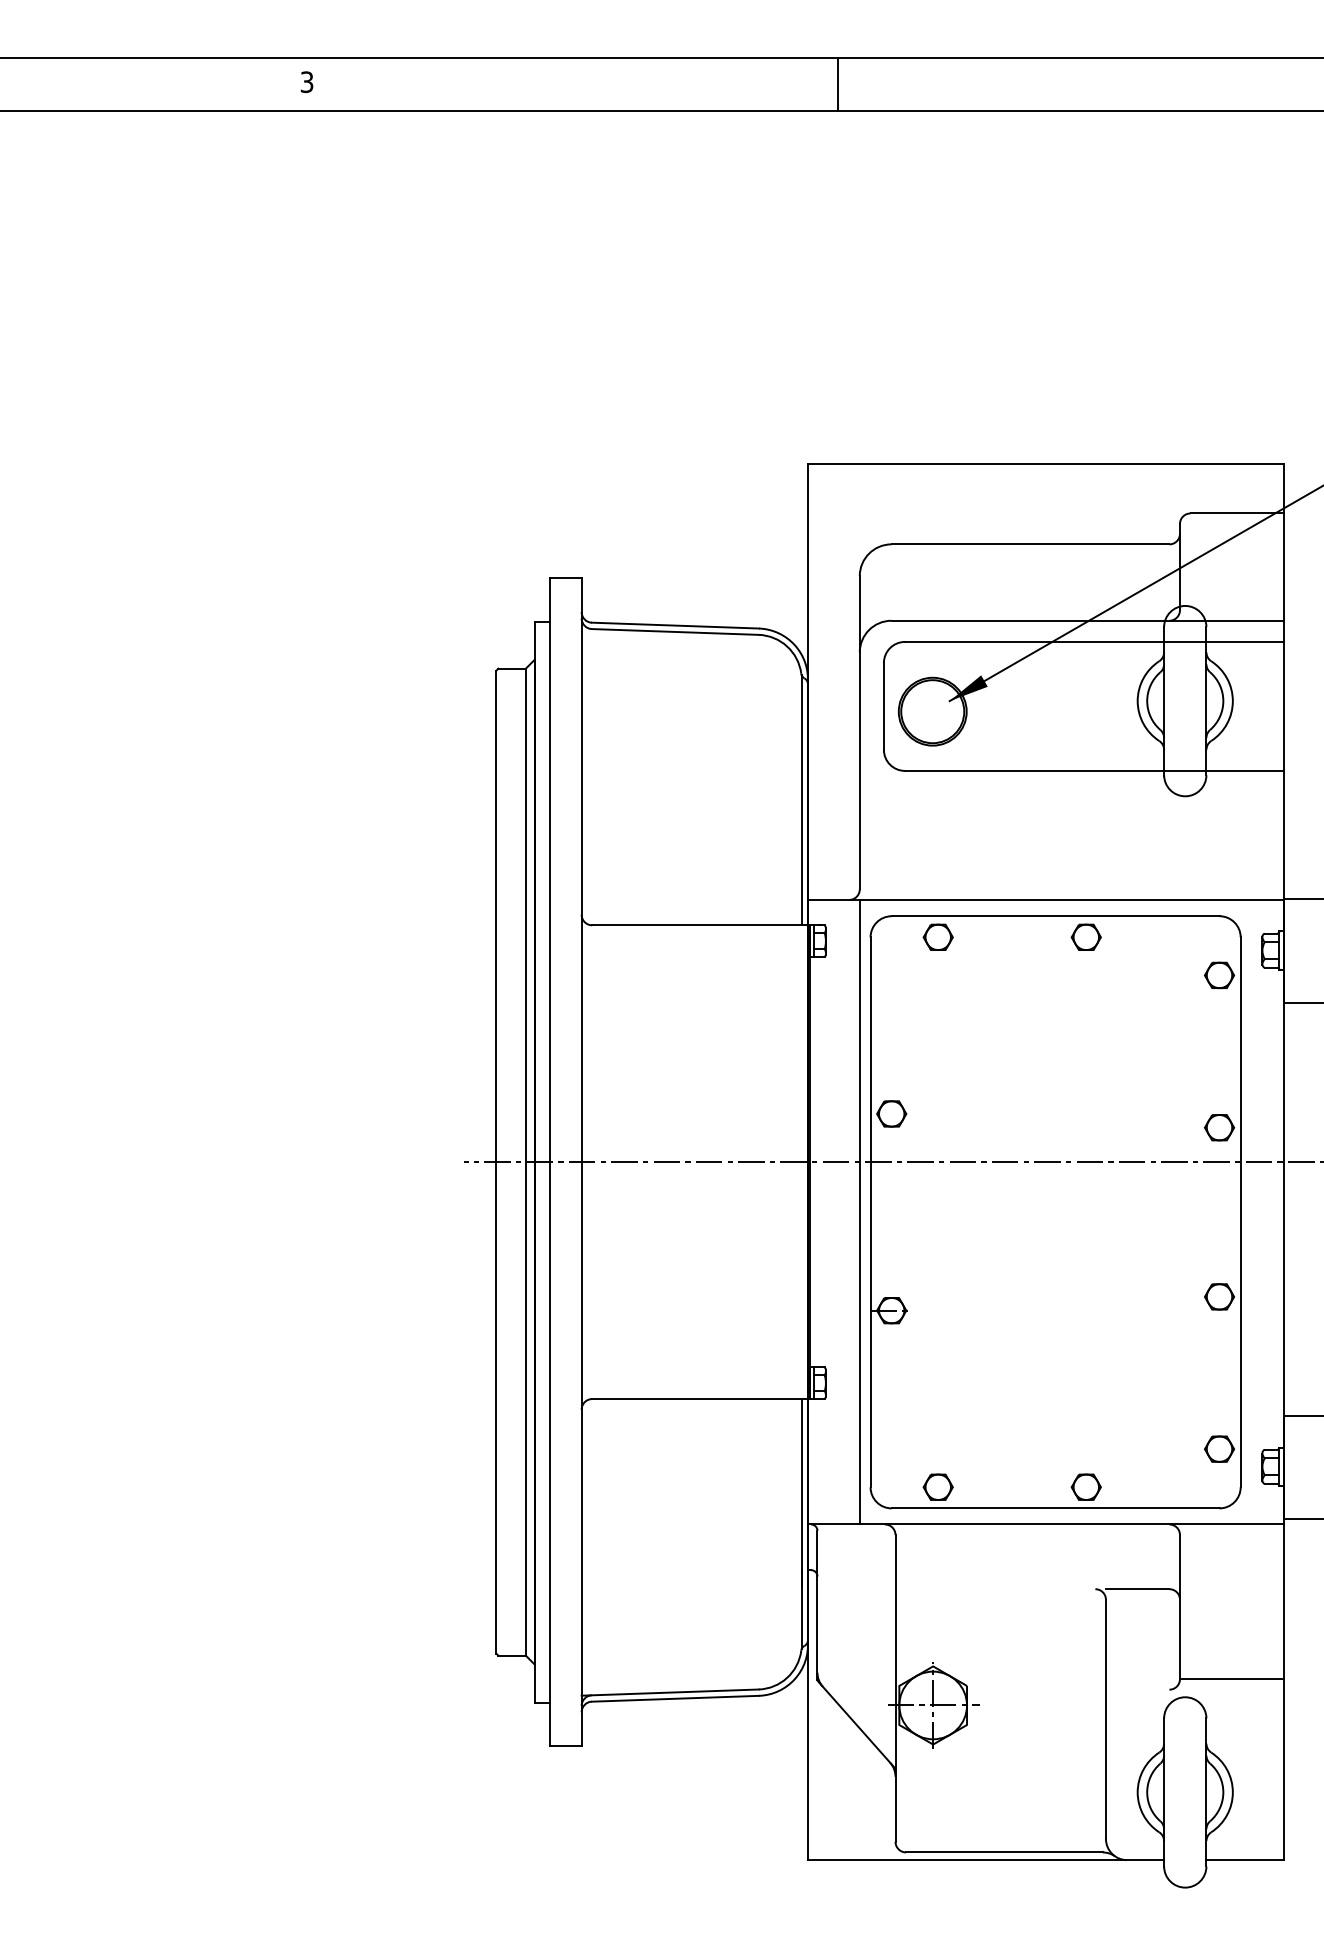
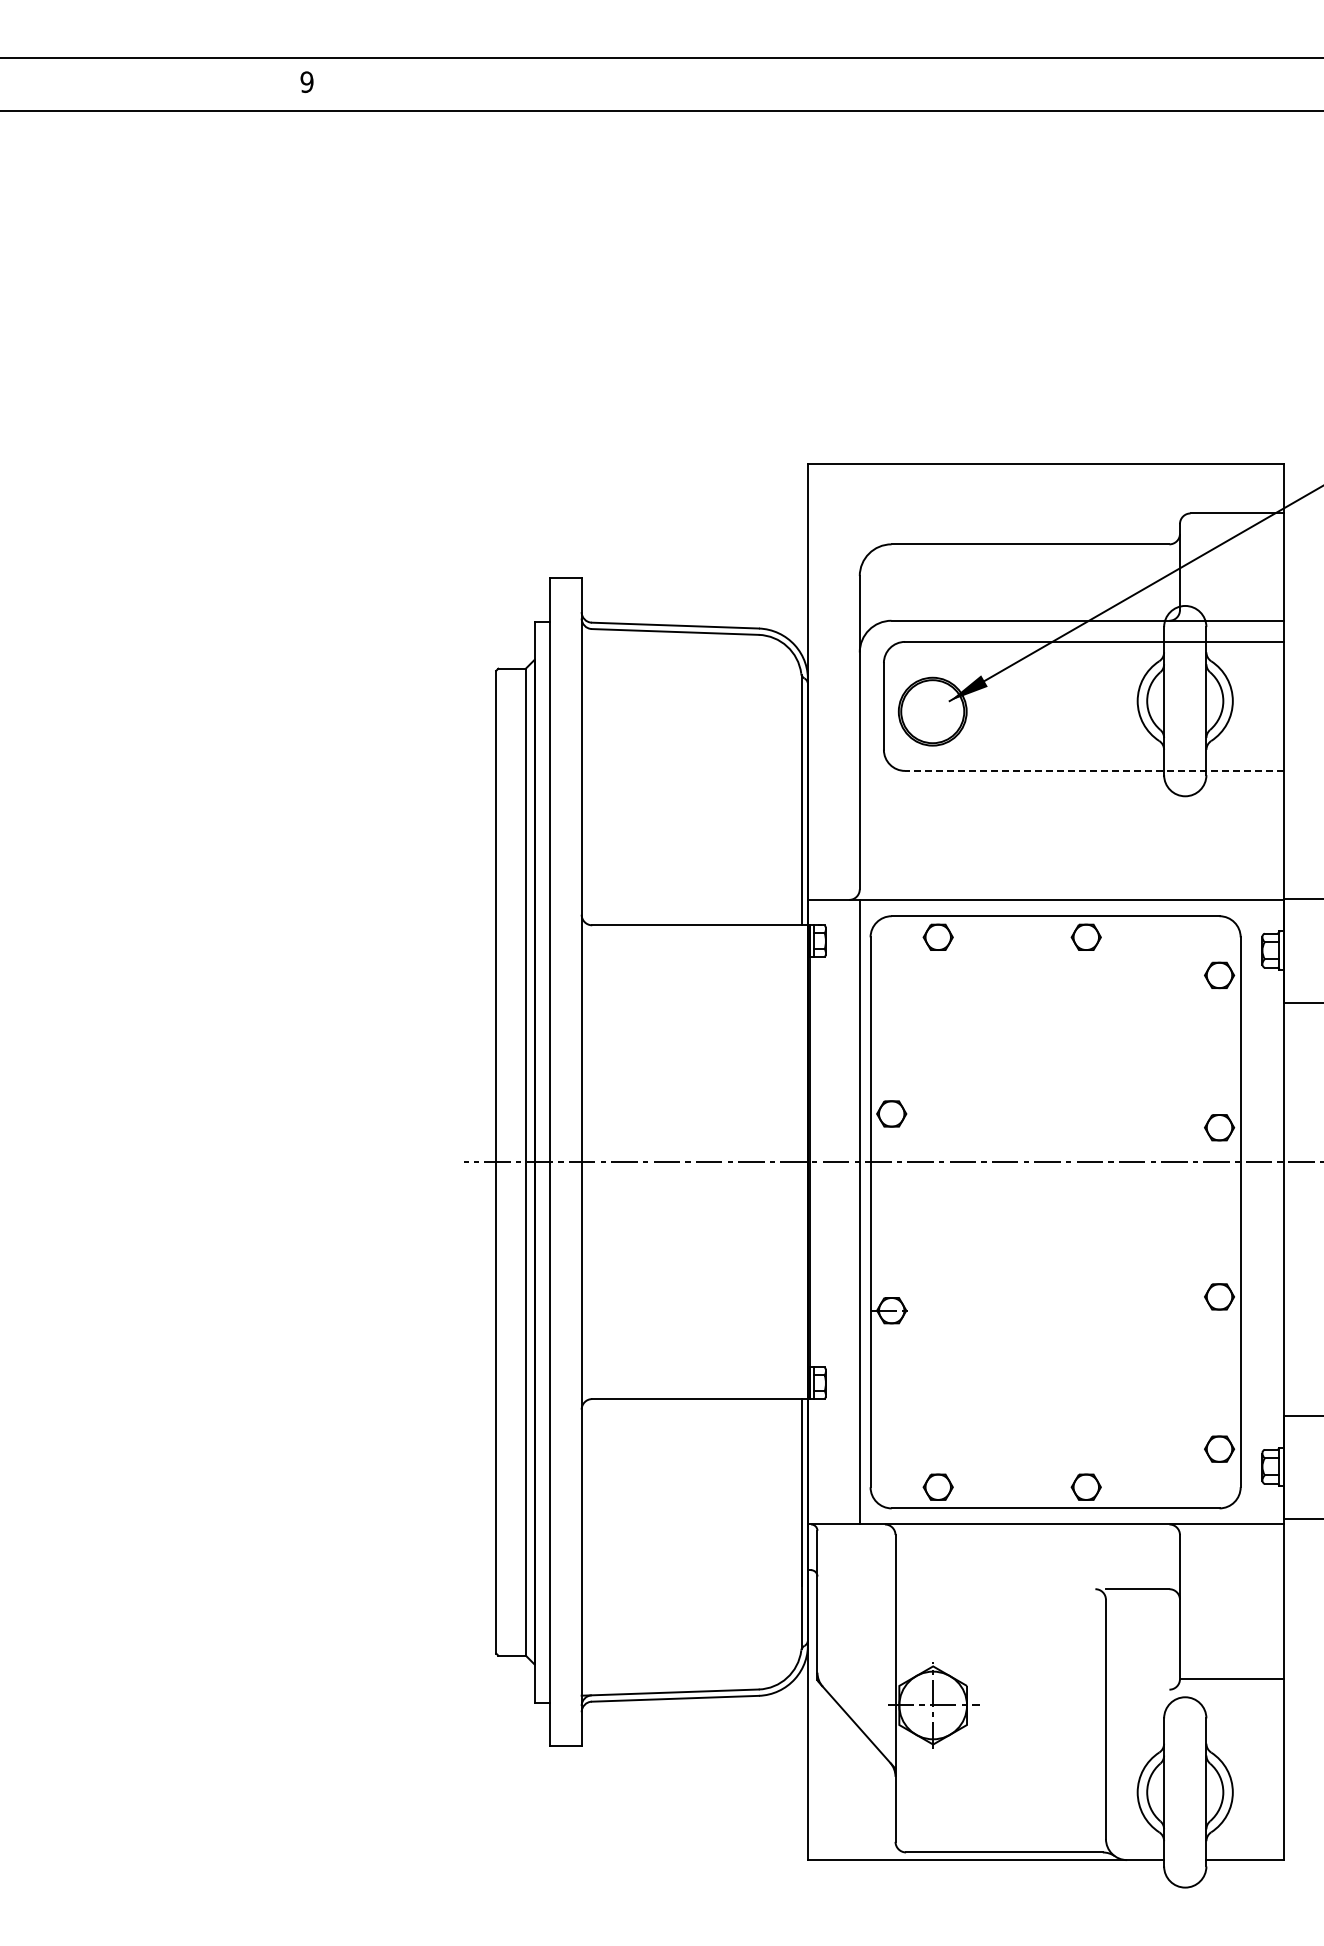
text at (306, 81): 3 -> 9
line at (838, 84): present -> none
line at (1093, 770): solid -> dashed
